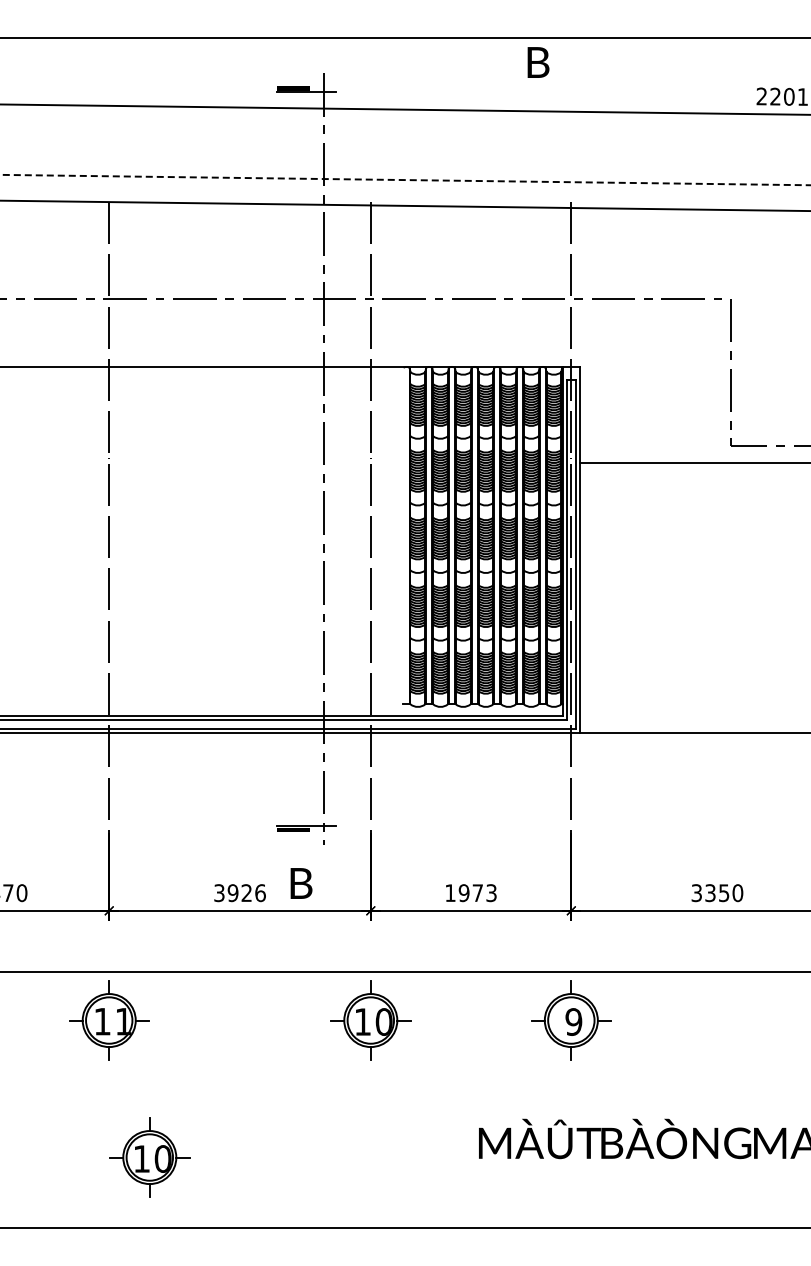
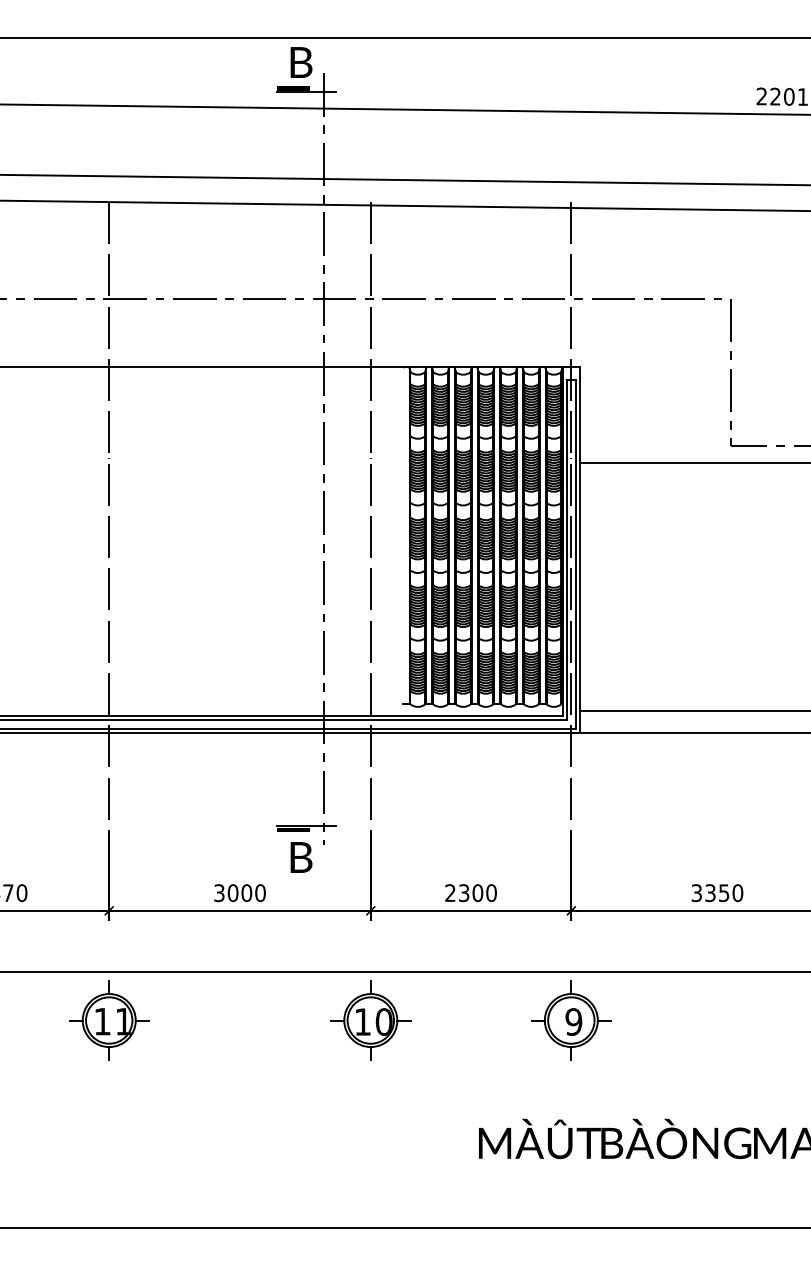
text at (538, 62) position: (538, 62) -> (301, 62)
line at (405, 180): dashed -> solid
line at (693, 711): none -> present
text at (301, 883) position: (301, 883) -> (301, 857)
text at (246, 893): 3926 -> 3000
text at (470, 893): 1973 -> 2300
part at (149, 1157): present -> none
